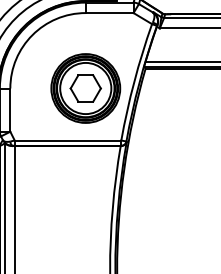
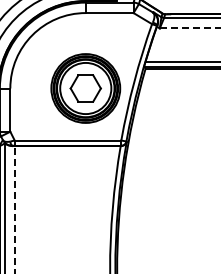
line at (190, 28): solid -> dashed
line at (15, 209): solid -> dashed
